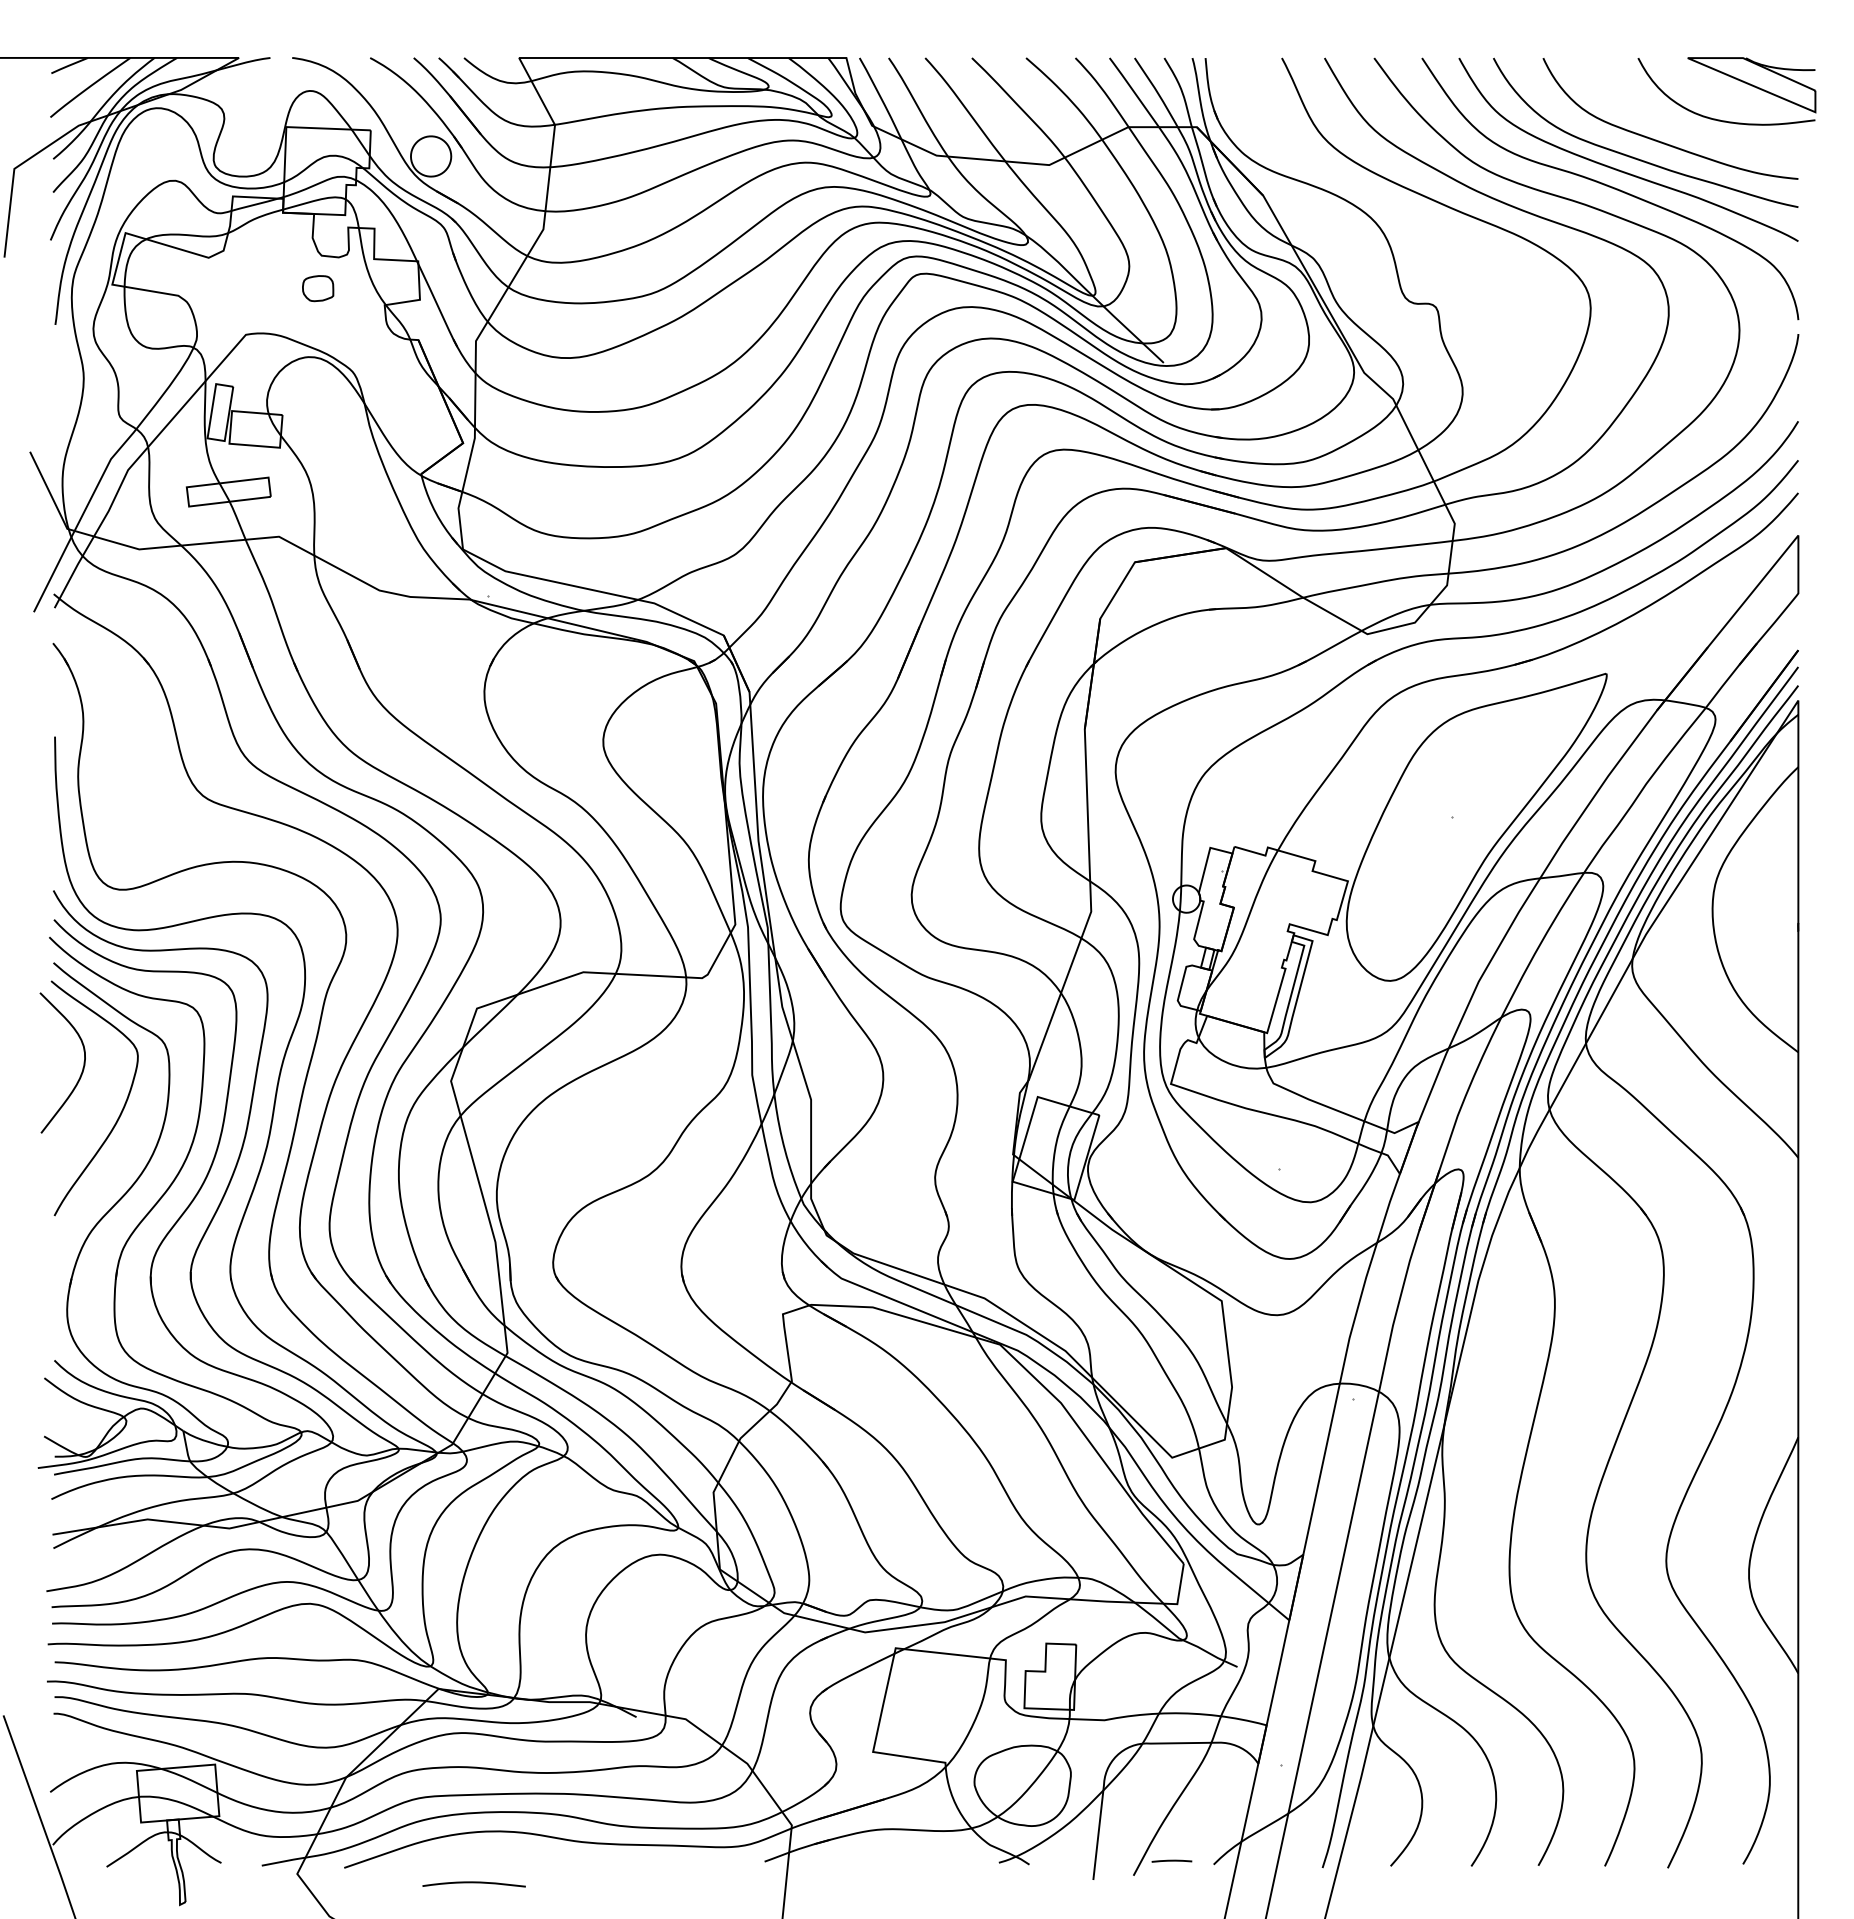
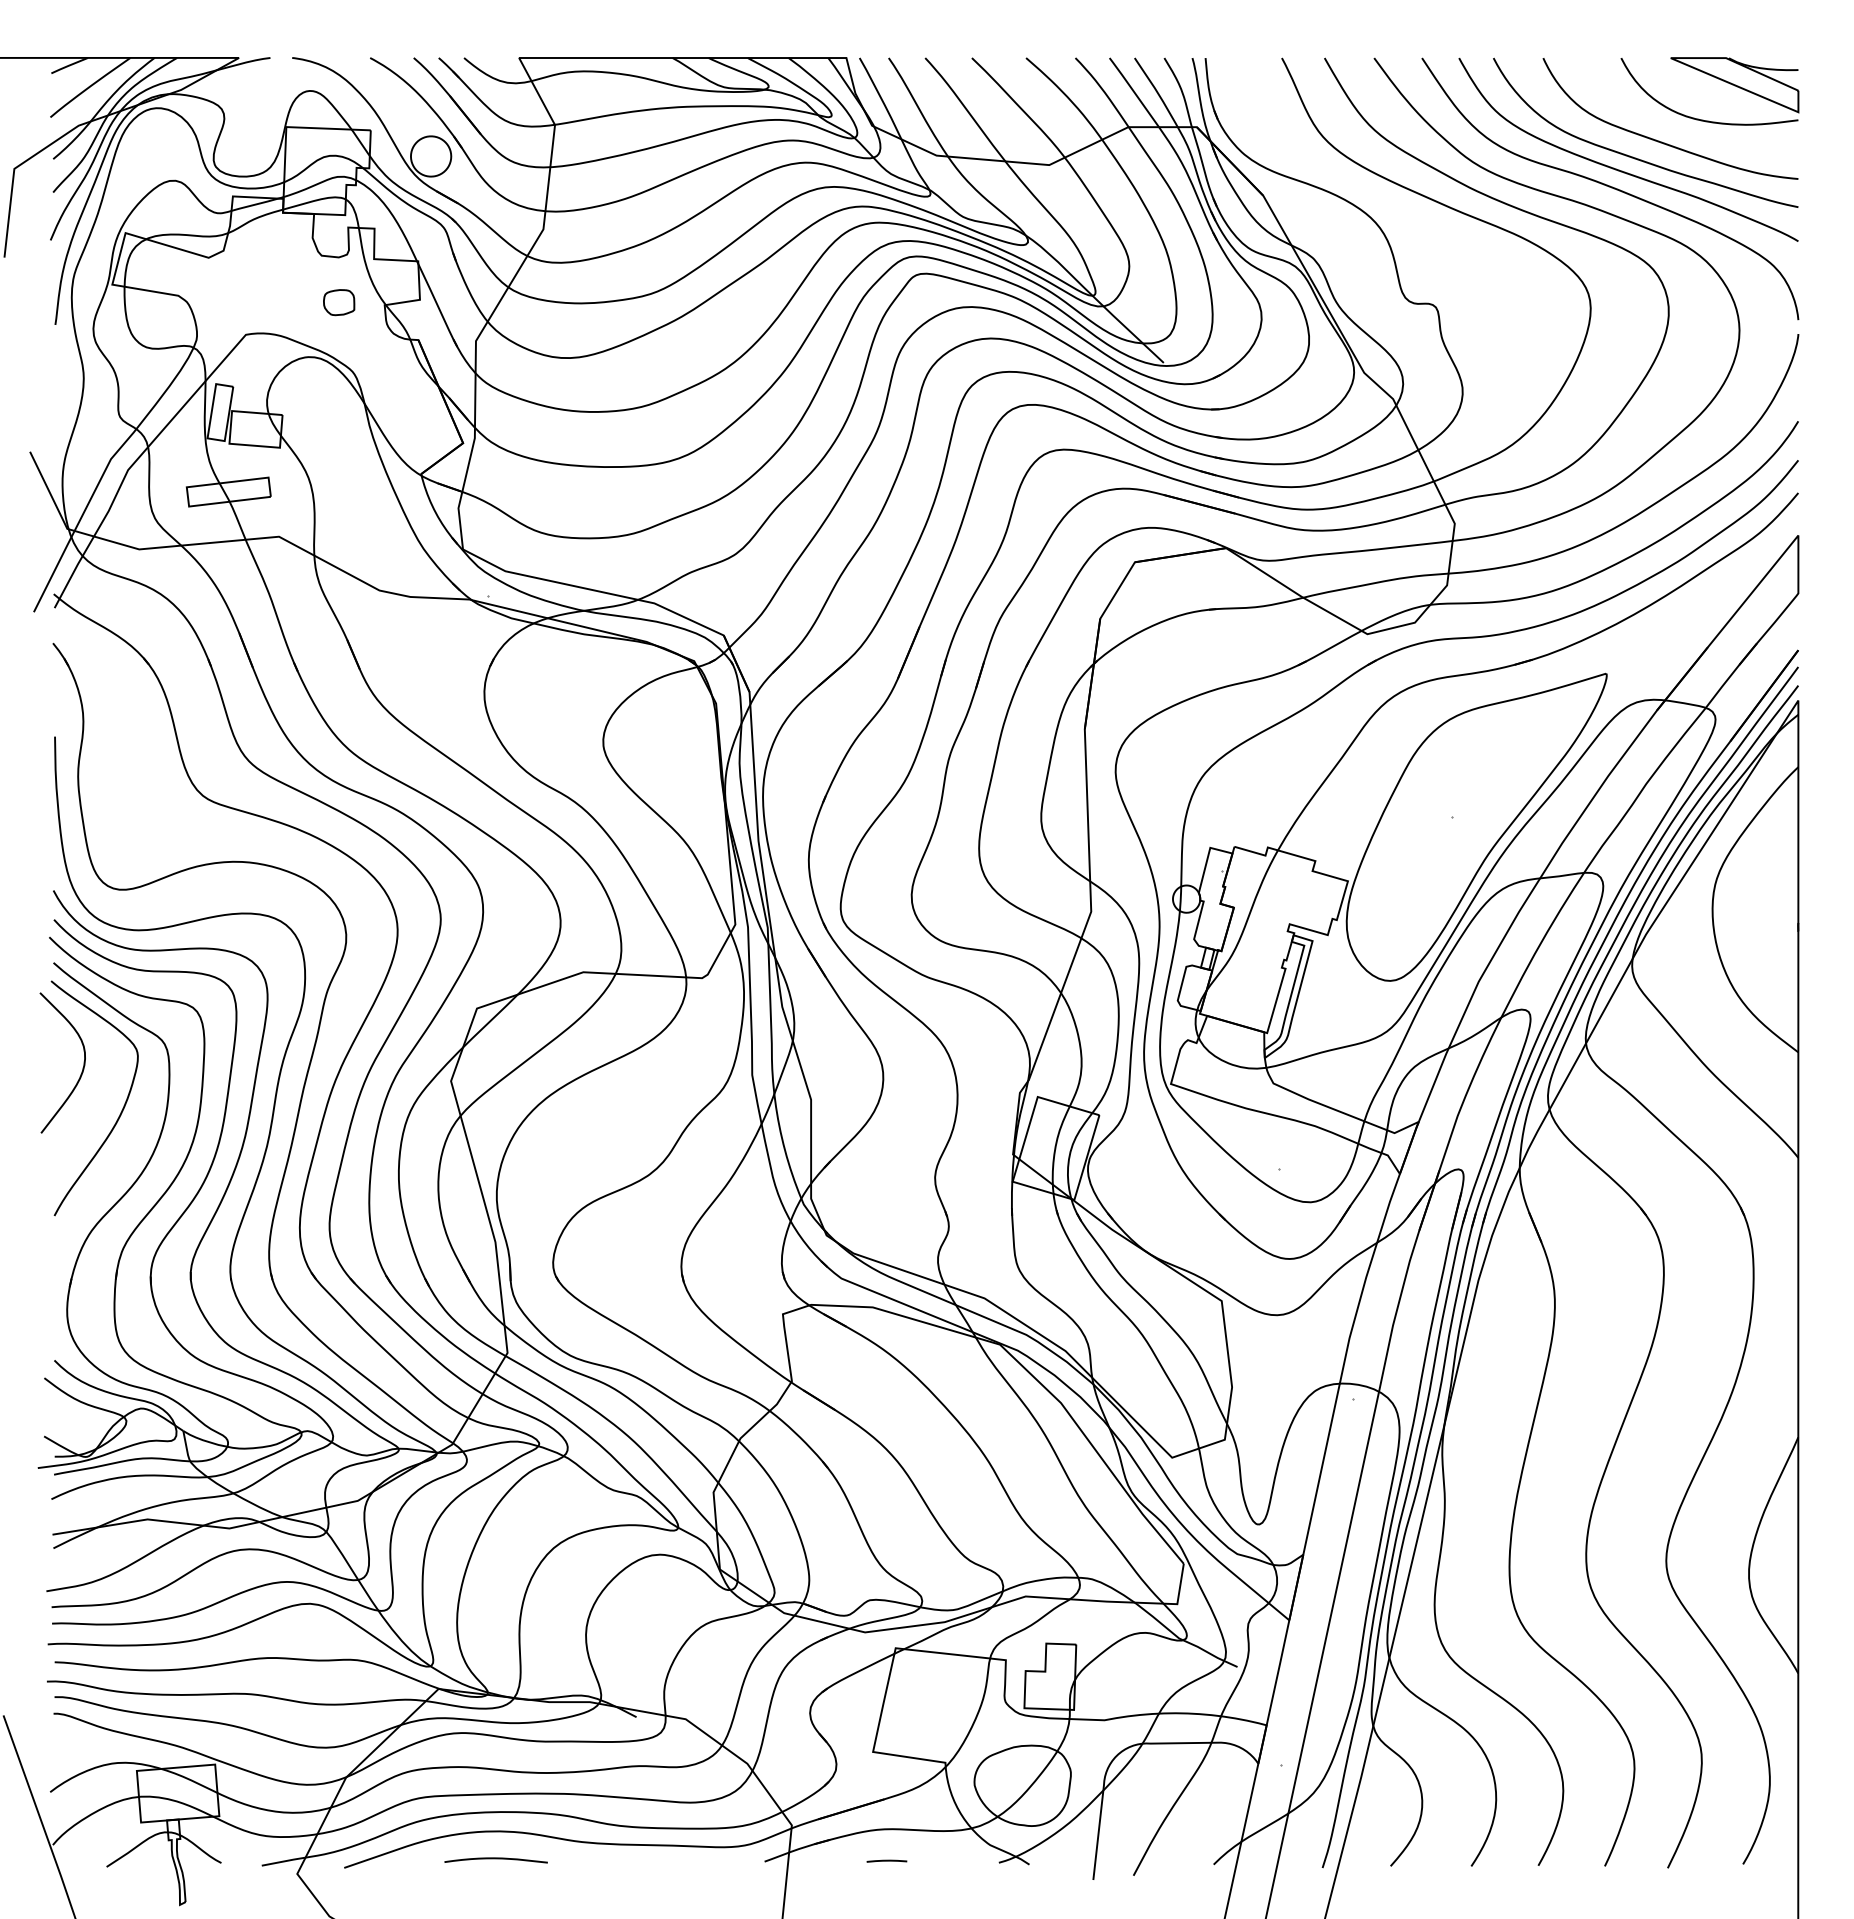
part at (1732, 78) position: (1732, 78) -> (1715, 78)
part at (318, 288) position: (318, 288) -> (339, 302)
line at (1171, 1860) position: (1171, 1860) -> (886, 1860)
curve at (473, 1883) position: (473, 1883) -> (495, 1859)
